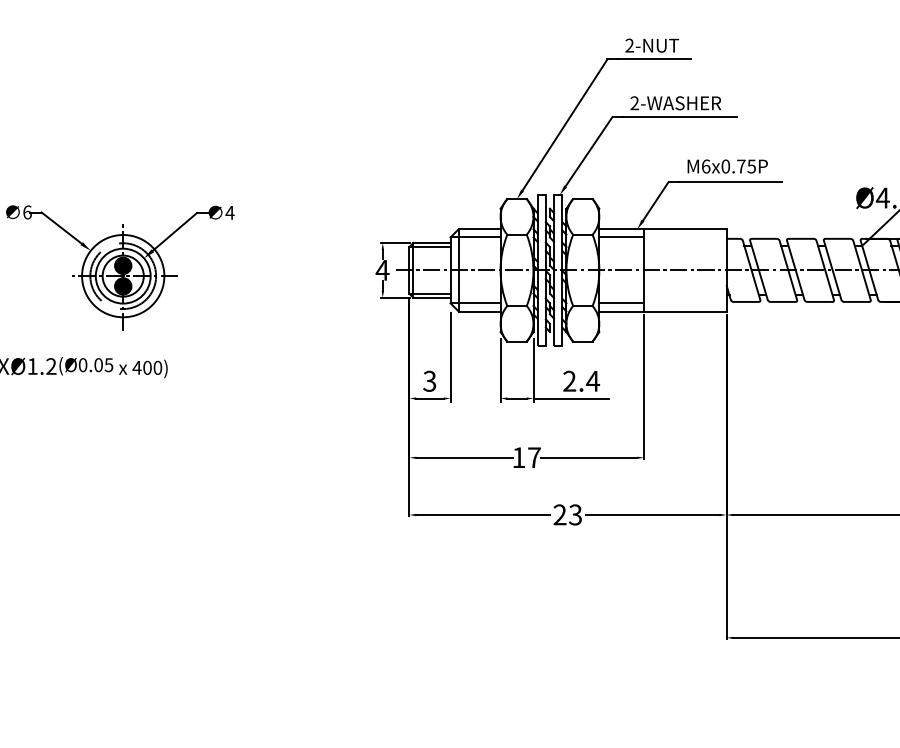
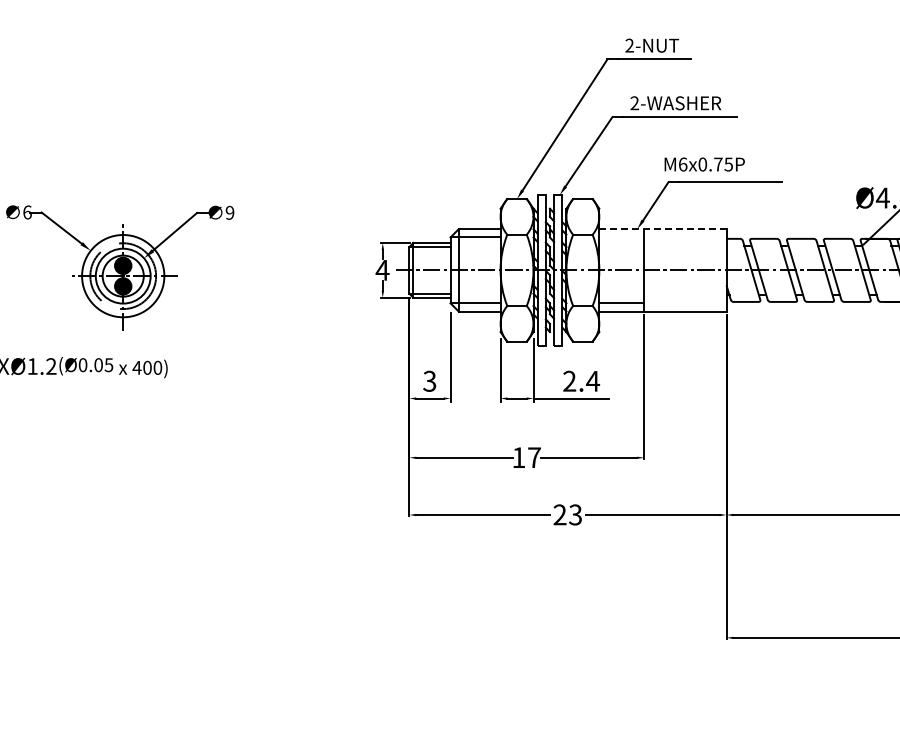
text at (727, 166) position: (727, 166) -> (704, 164)
text at (229, 212): 4 -> 9
line at (662, 229): solid -> dashed
line at (621, 237): present -> none
